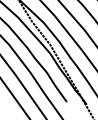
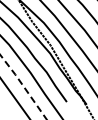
line at (23, 86): solid -> dashed
